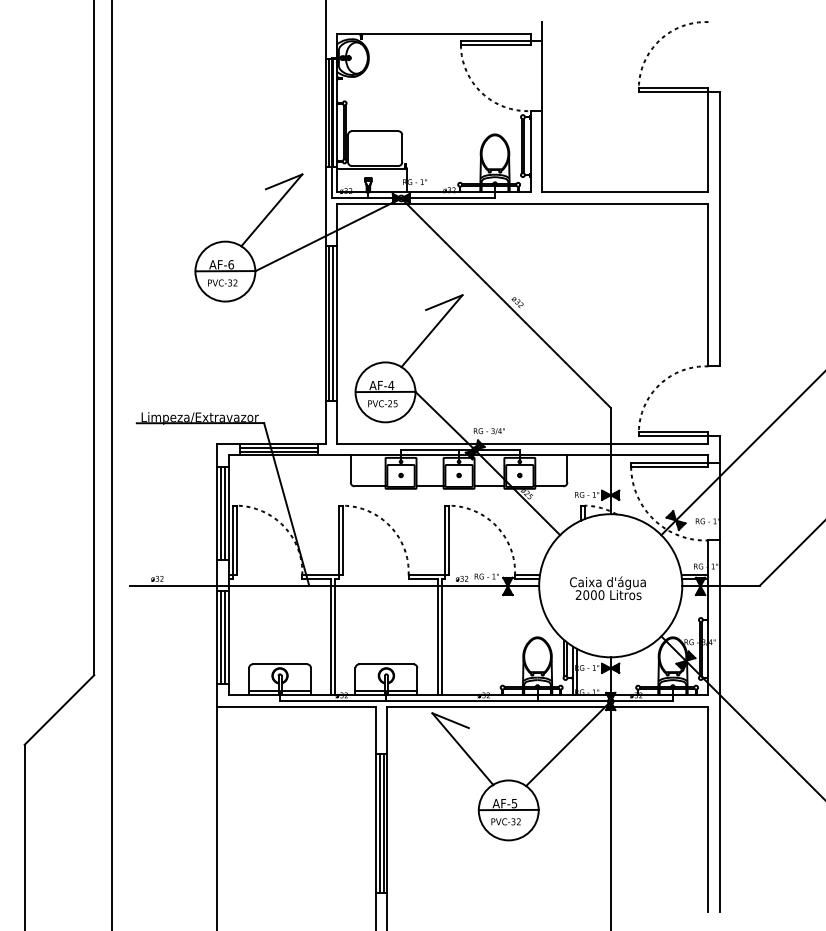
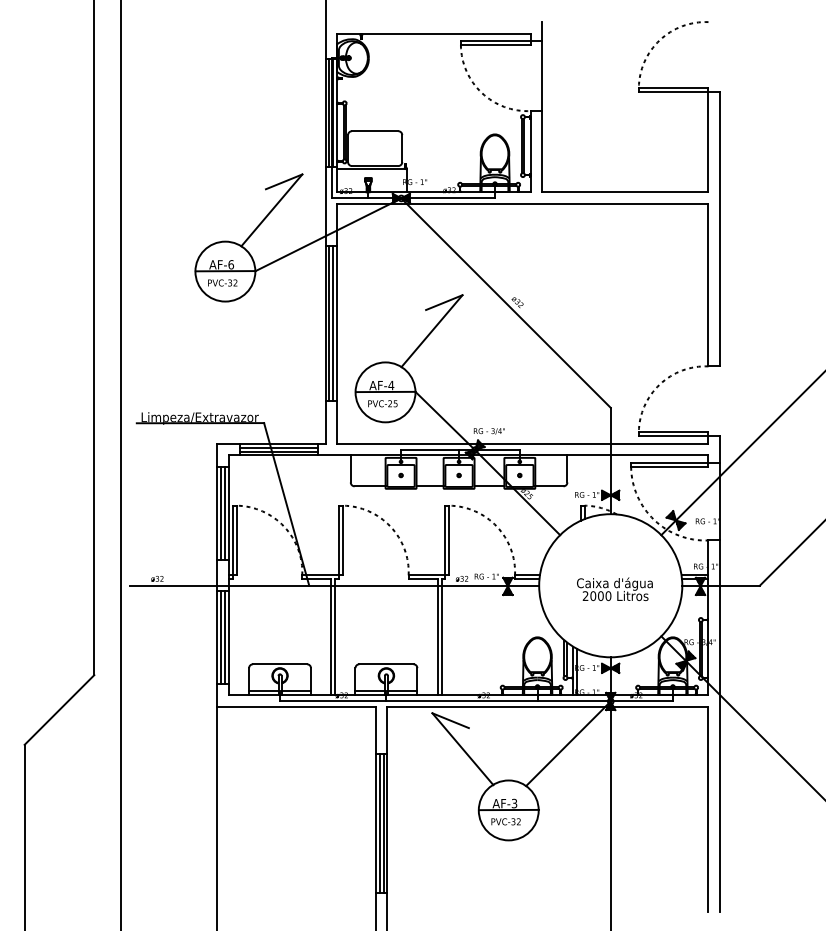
line at (112, 464) position: (112, 464) -> (121, 464)
text at (607, 588) position: (607, 588) -> (614, 589)
text at (514, 802): AF-5 -> AF-3
